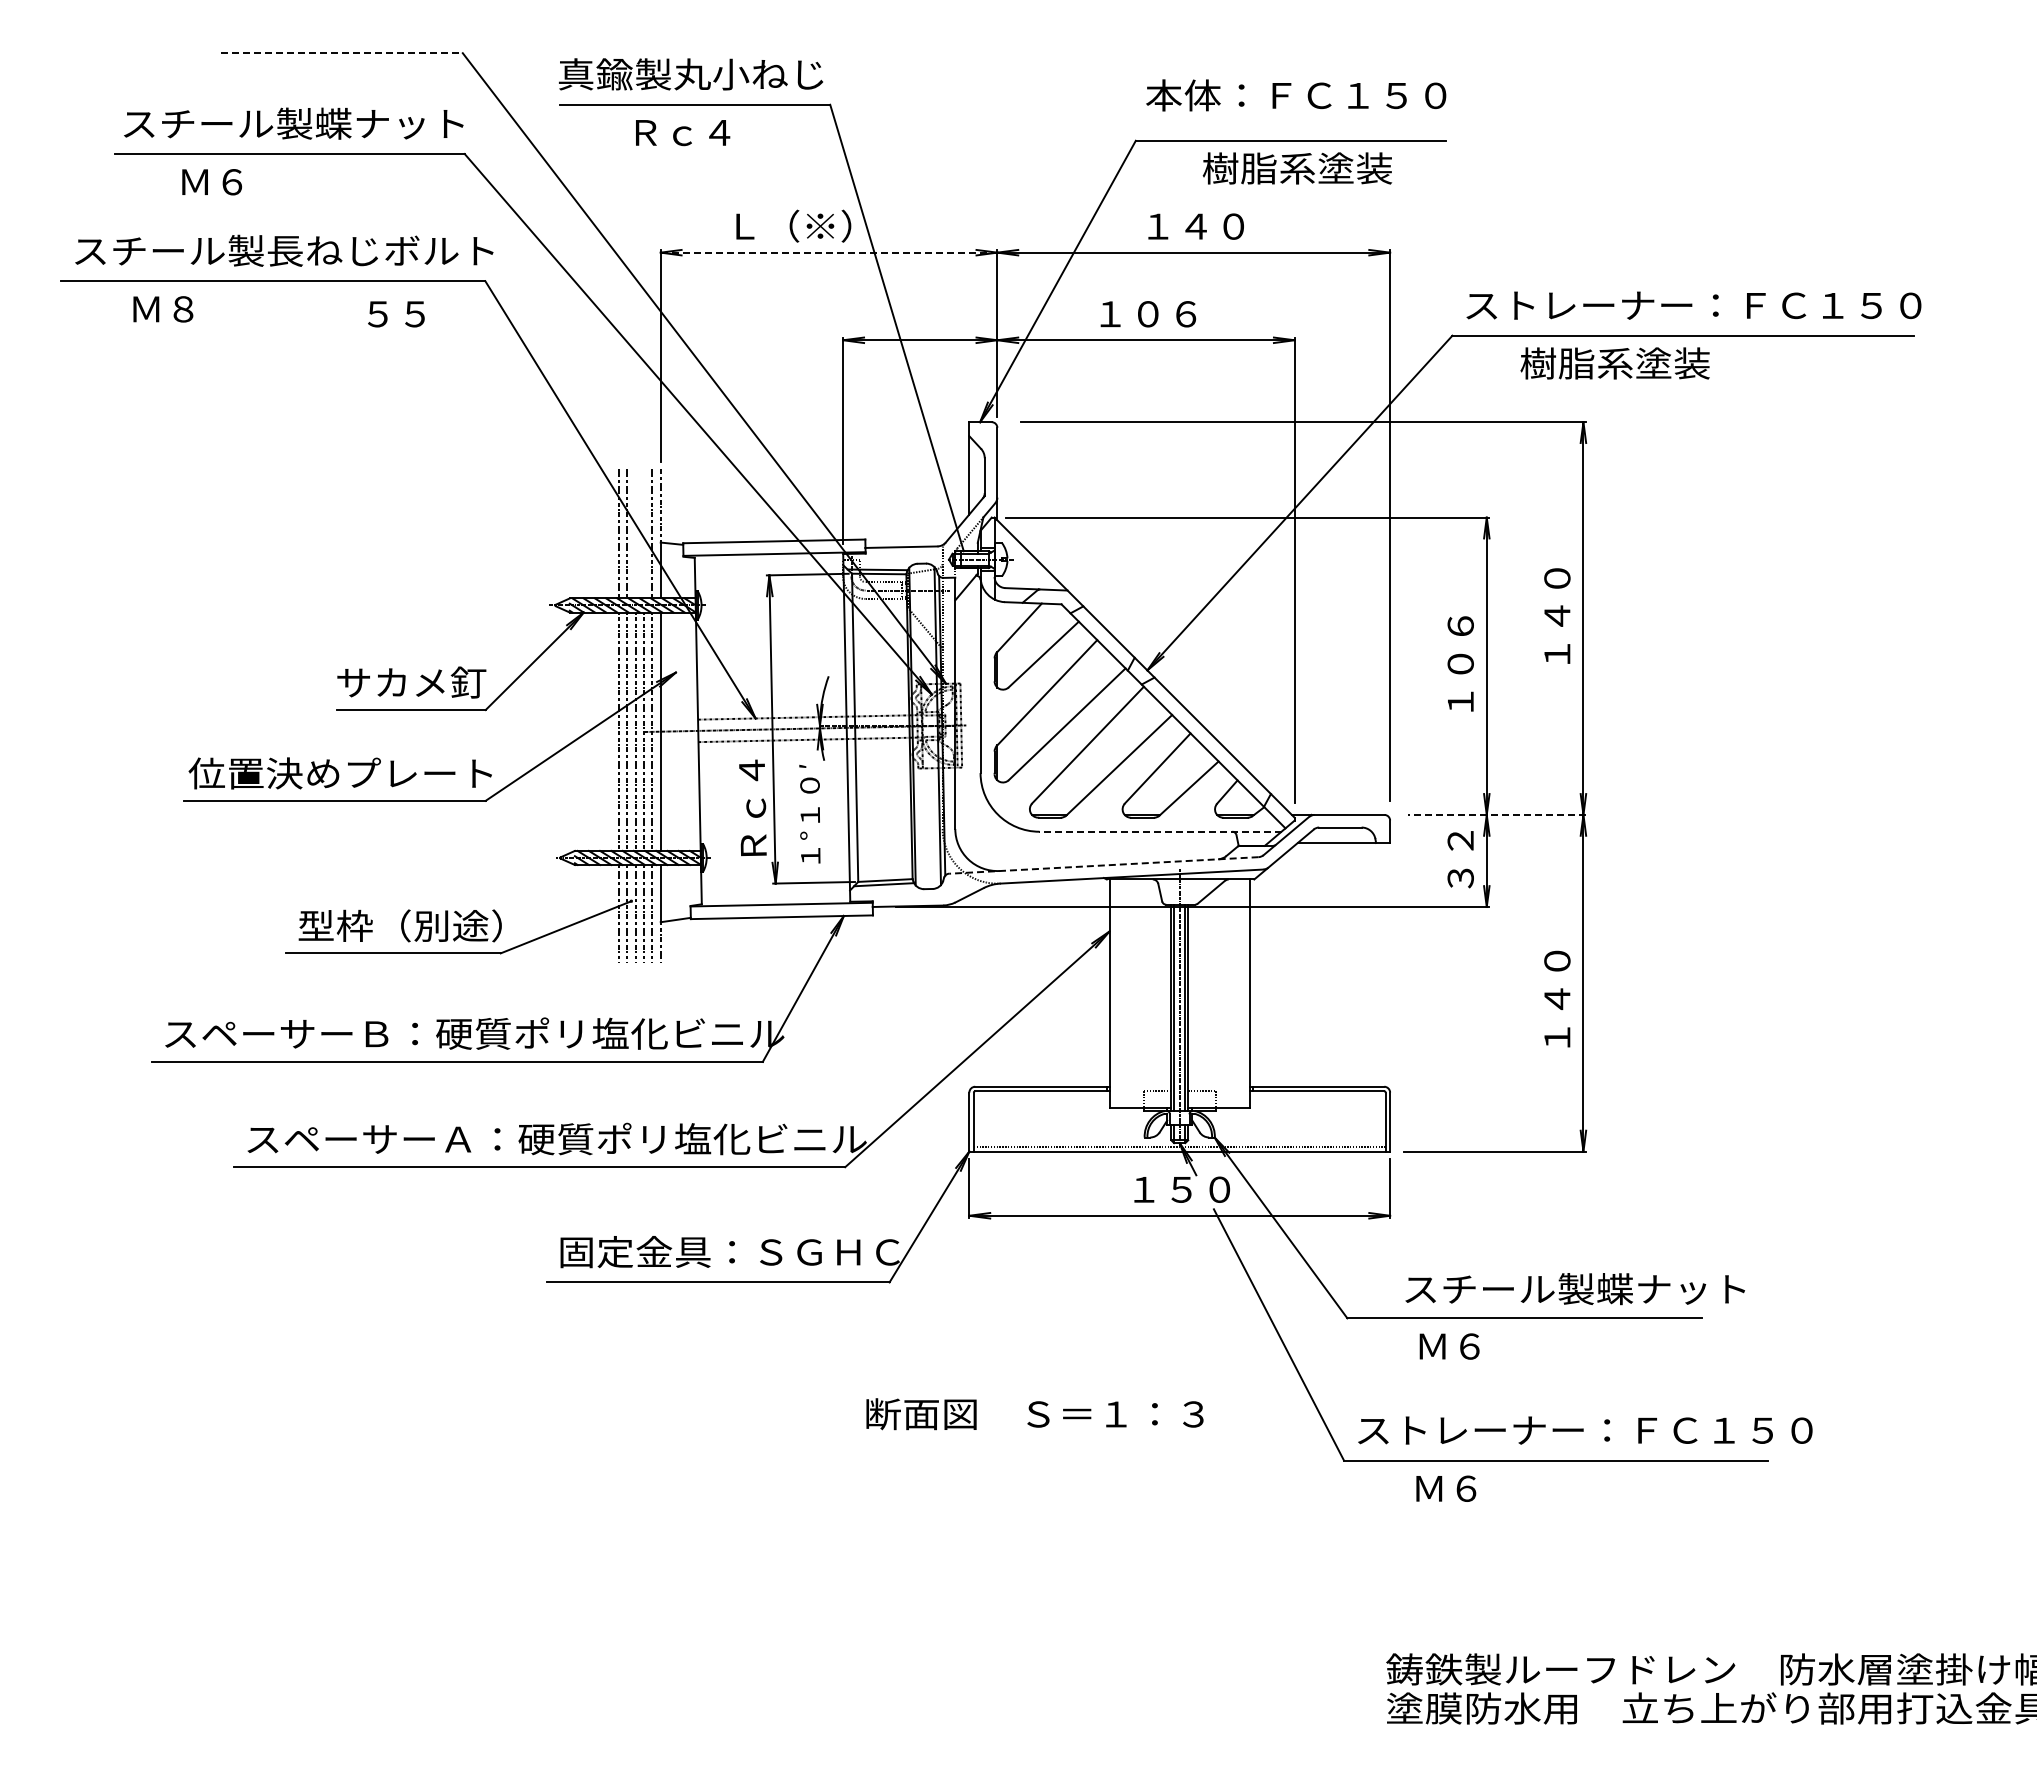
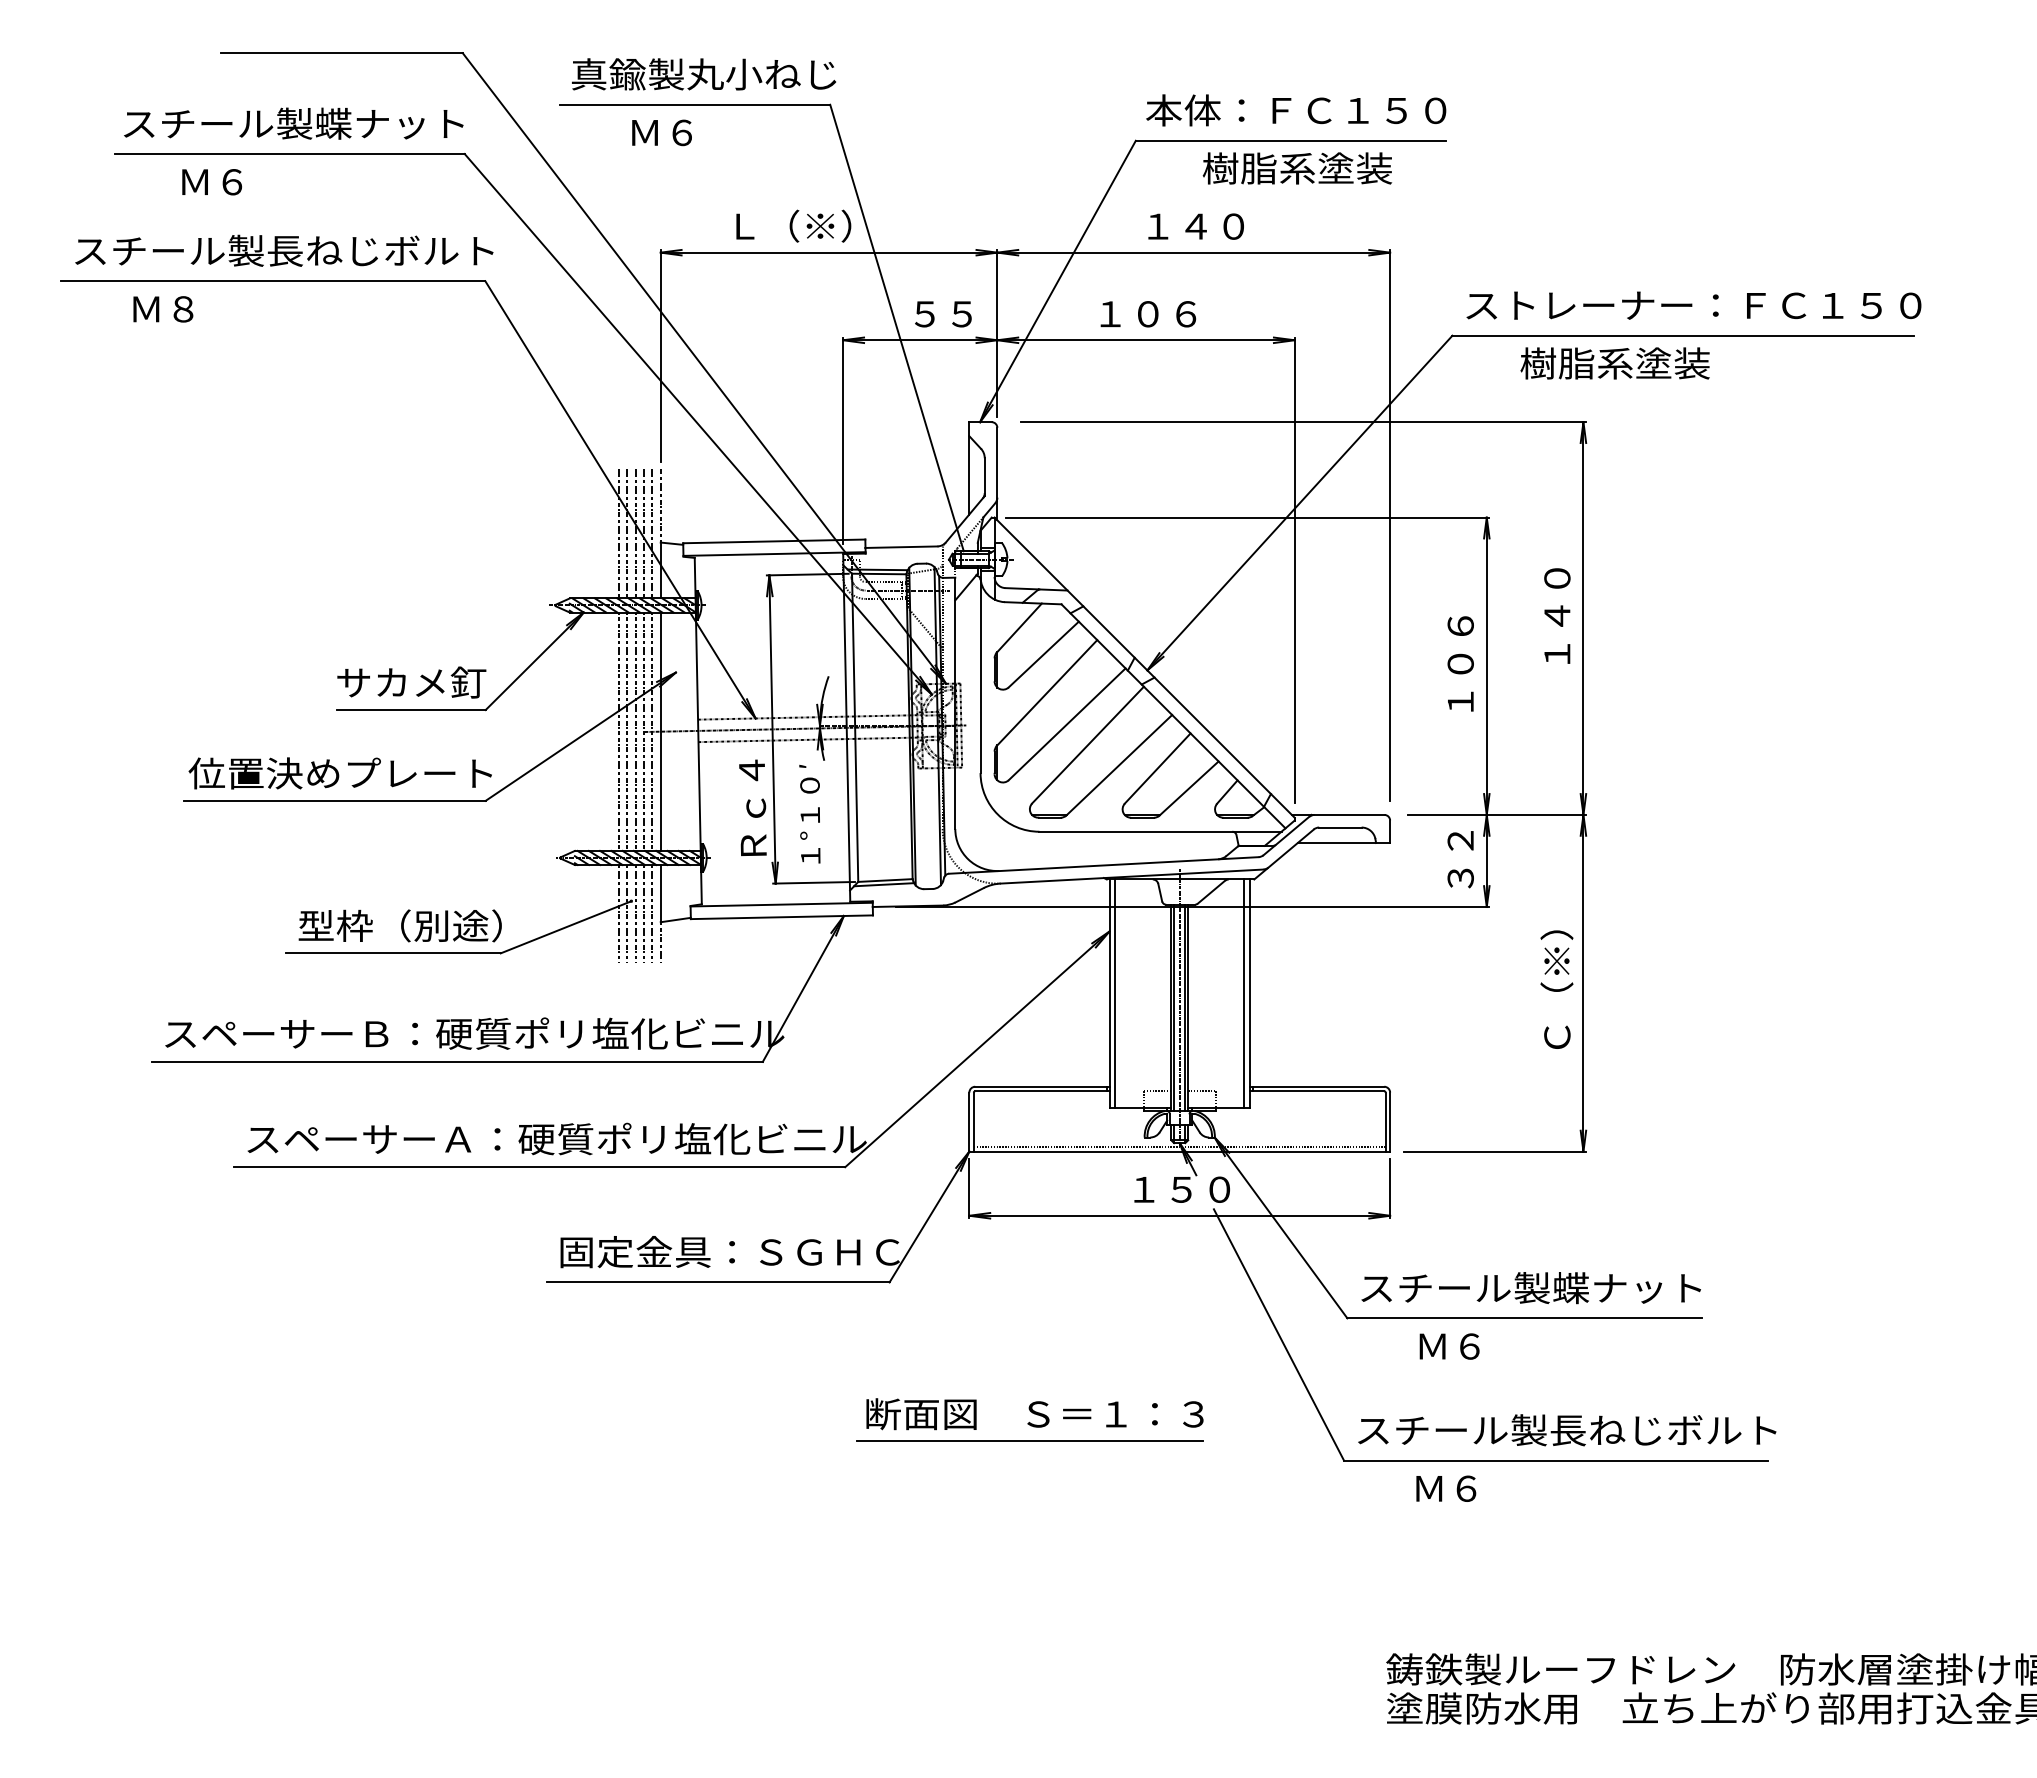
line at (341, 53): dashed -> solid
text at (690, 74) position: (690, 74) -> (703, 74)
text at (1296, 95) position: (1296, 95) -> (1296, 110)
text at (681, 132): Ｒｃ４ -> Ｍ６
line at (829, 252): dashed -> solid
text at (396, 314) position: (396, 314) -> (943, 314)
line at (635, 533): none -> present
line at (643, 533): none -> present
line at (1497, 814): dashed -> solid
line at (1159, 831): dashed -> solid
line at (1103, 865): dashed -> solid
text at (1556, 989): １４０ -> Ｃ（※）
line at (1115, 993): none -> present
line at (1244, 993): none -> present
text at (1574, 1289) position: (1574, 1289) -> (1530, 1288)
text at (1604, 1430): ストレーナー：ＦＣ１５０ -> スチール製長ねじボルト
line at (1029, 1441): none -> present
